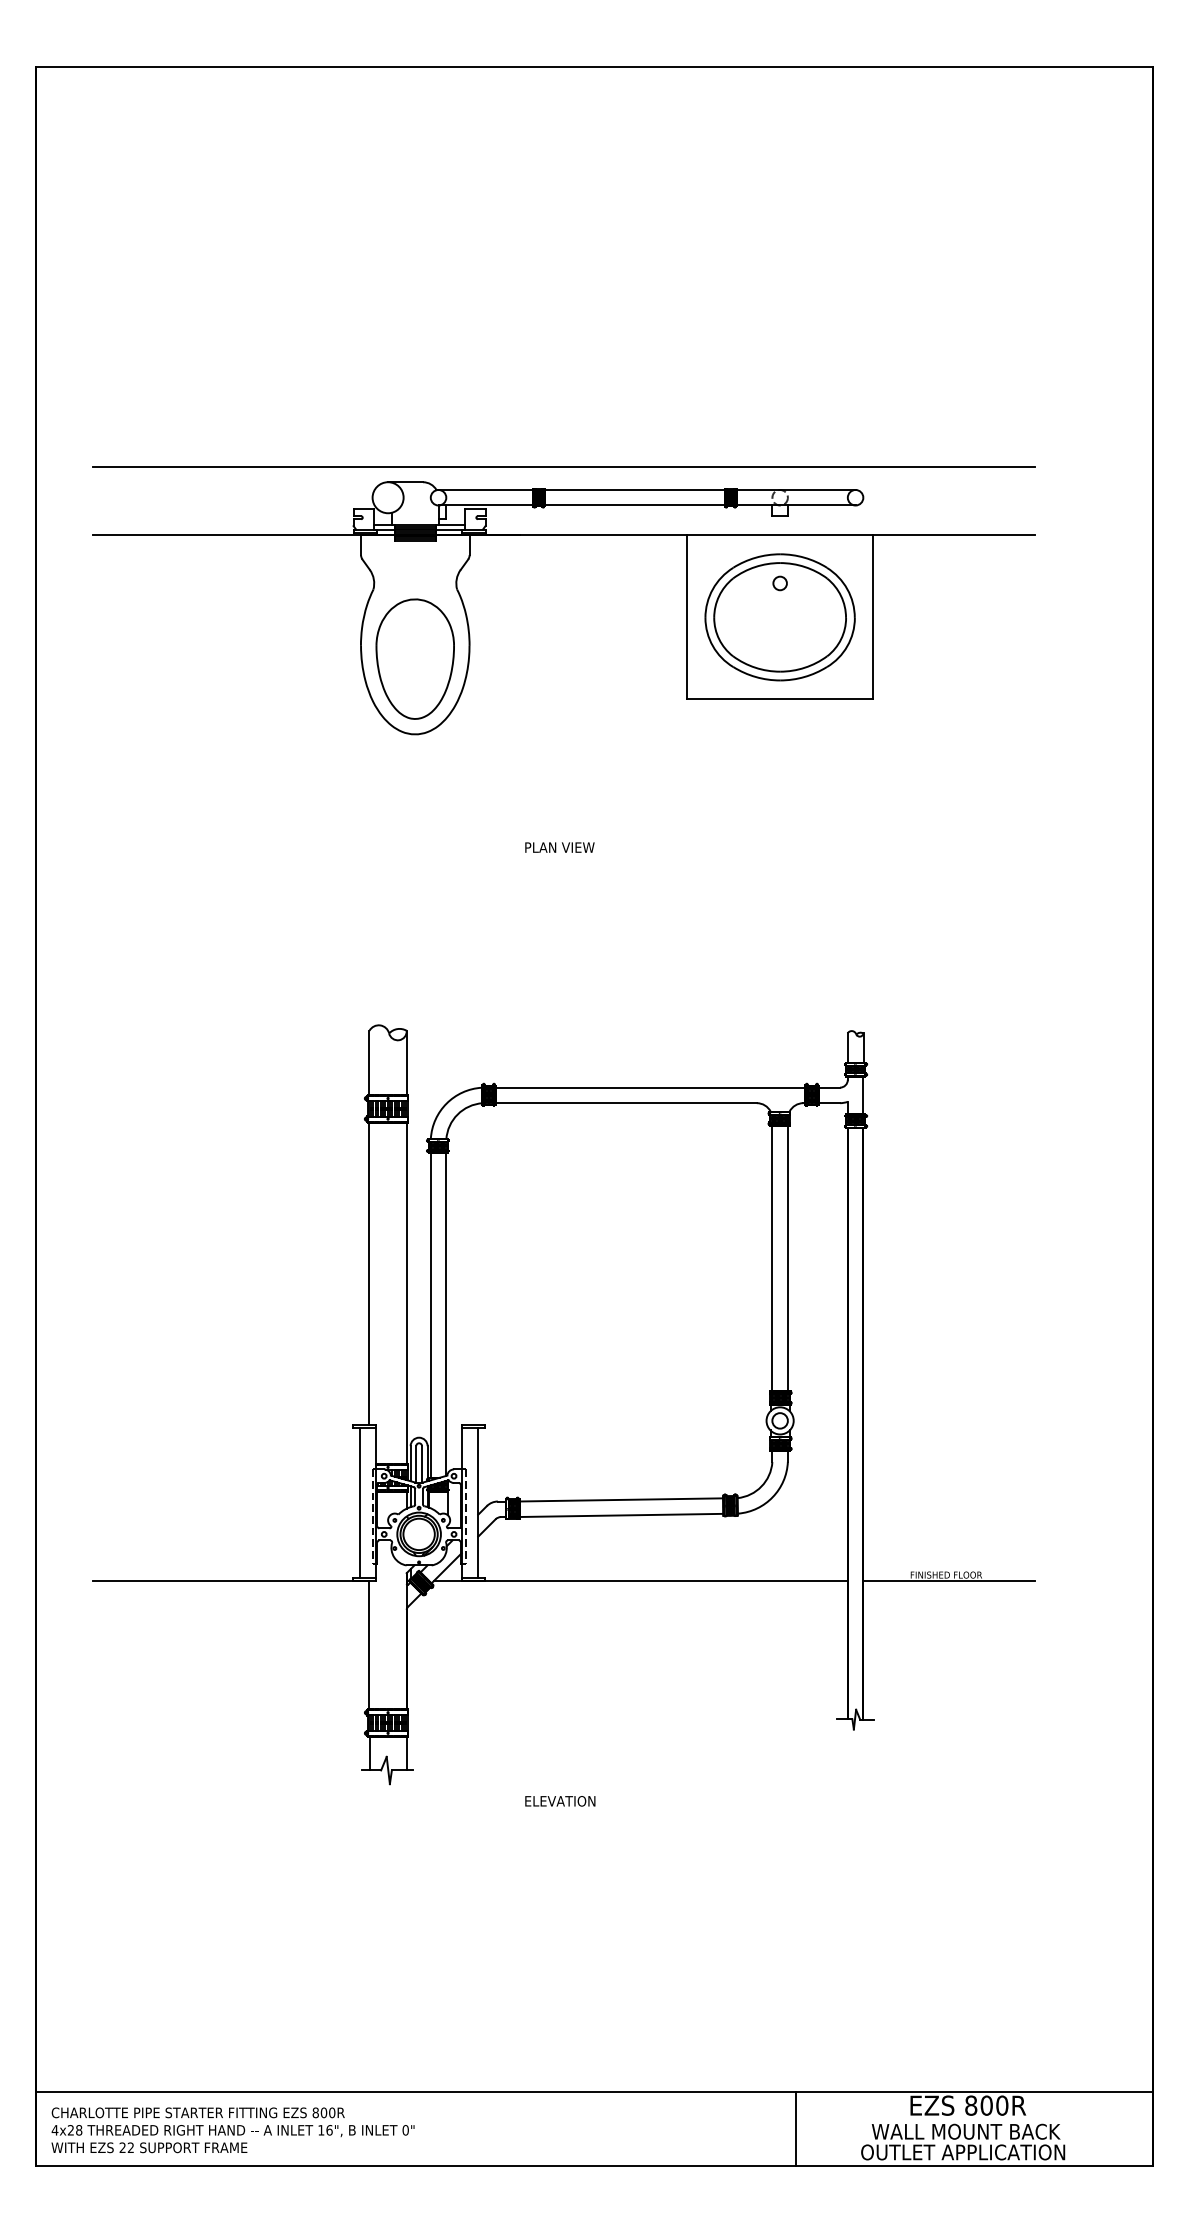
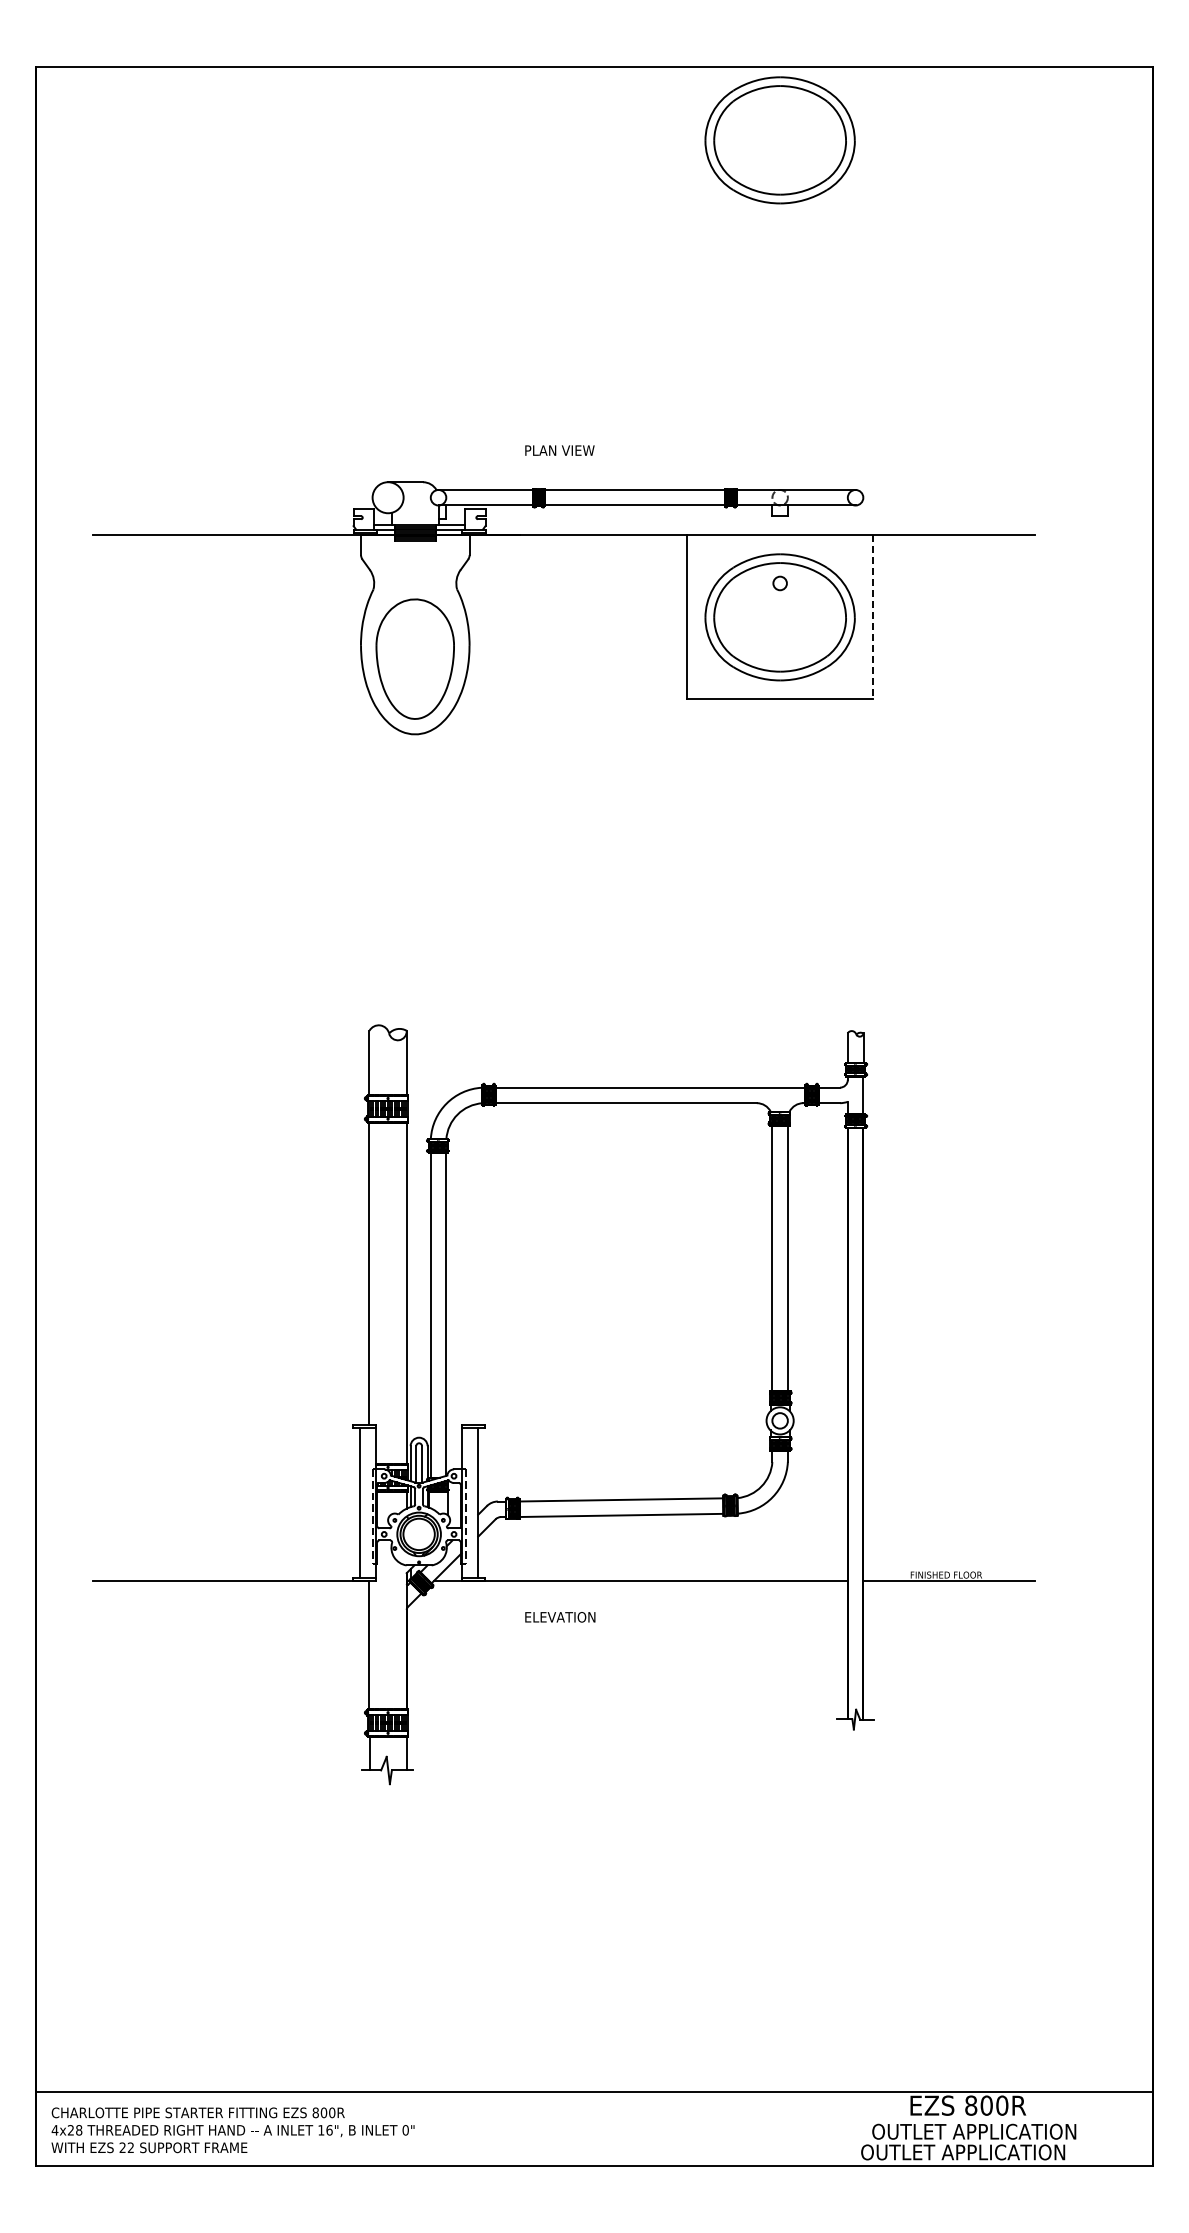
part at (779, 140): none -> present
line at (563, 466): present -> none
line at (873, 617): solid -> dashed
text at (559, 847) position: (559, 847) -> (559, 450)
text at (560, 1801) position: (560, 1801) -> (560, 1617)
line at (796, 2128): present -> none
text at (973, 2131): WALL MOUNT BACK -> OUTLET APPLICATION
